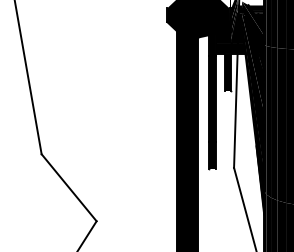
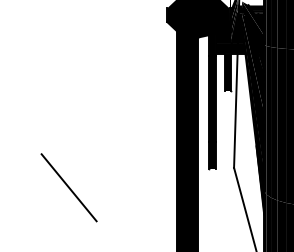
line at (28, 78): present -> none
line at (87, 234): present -> none
